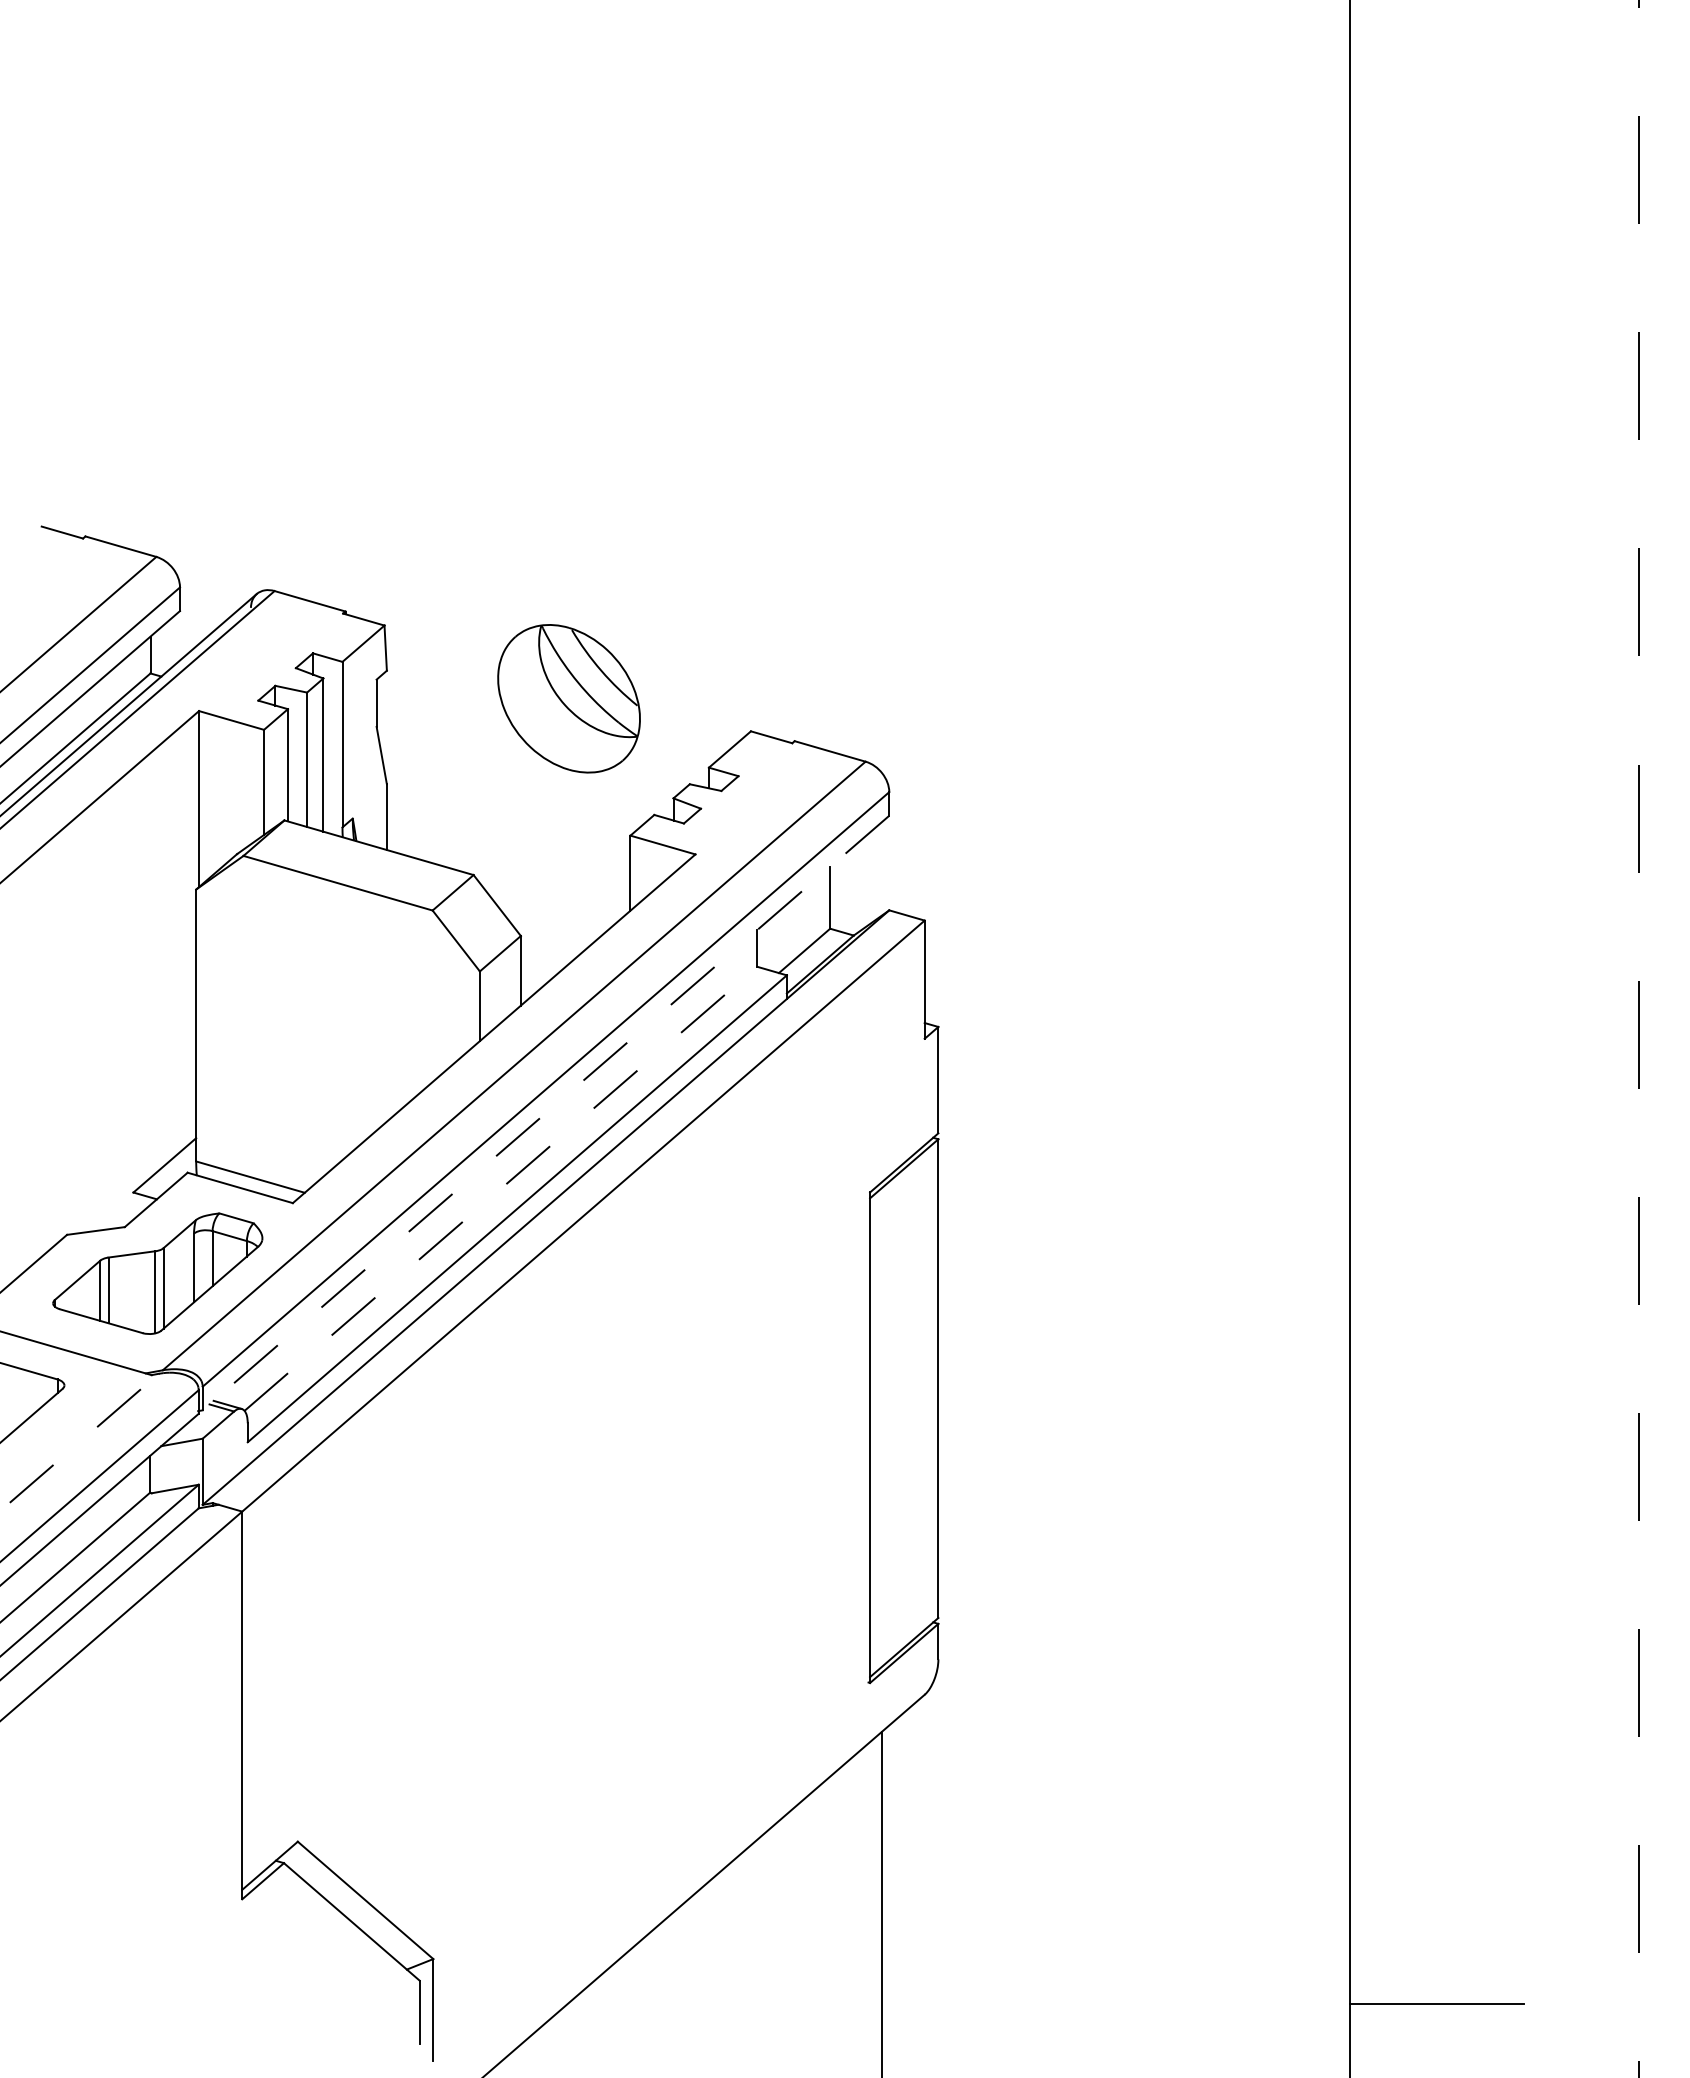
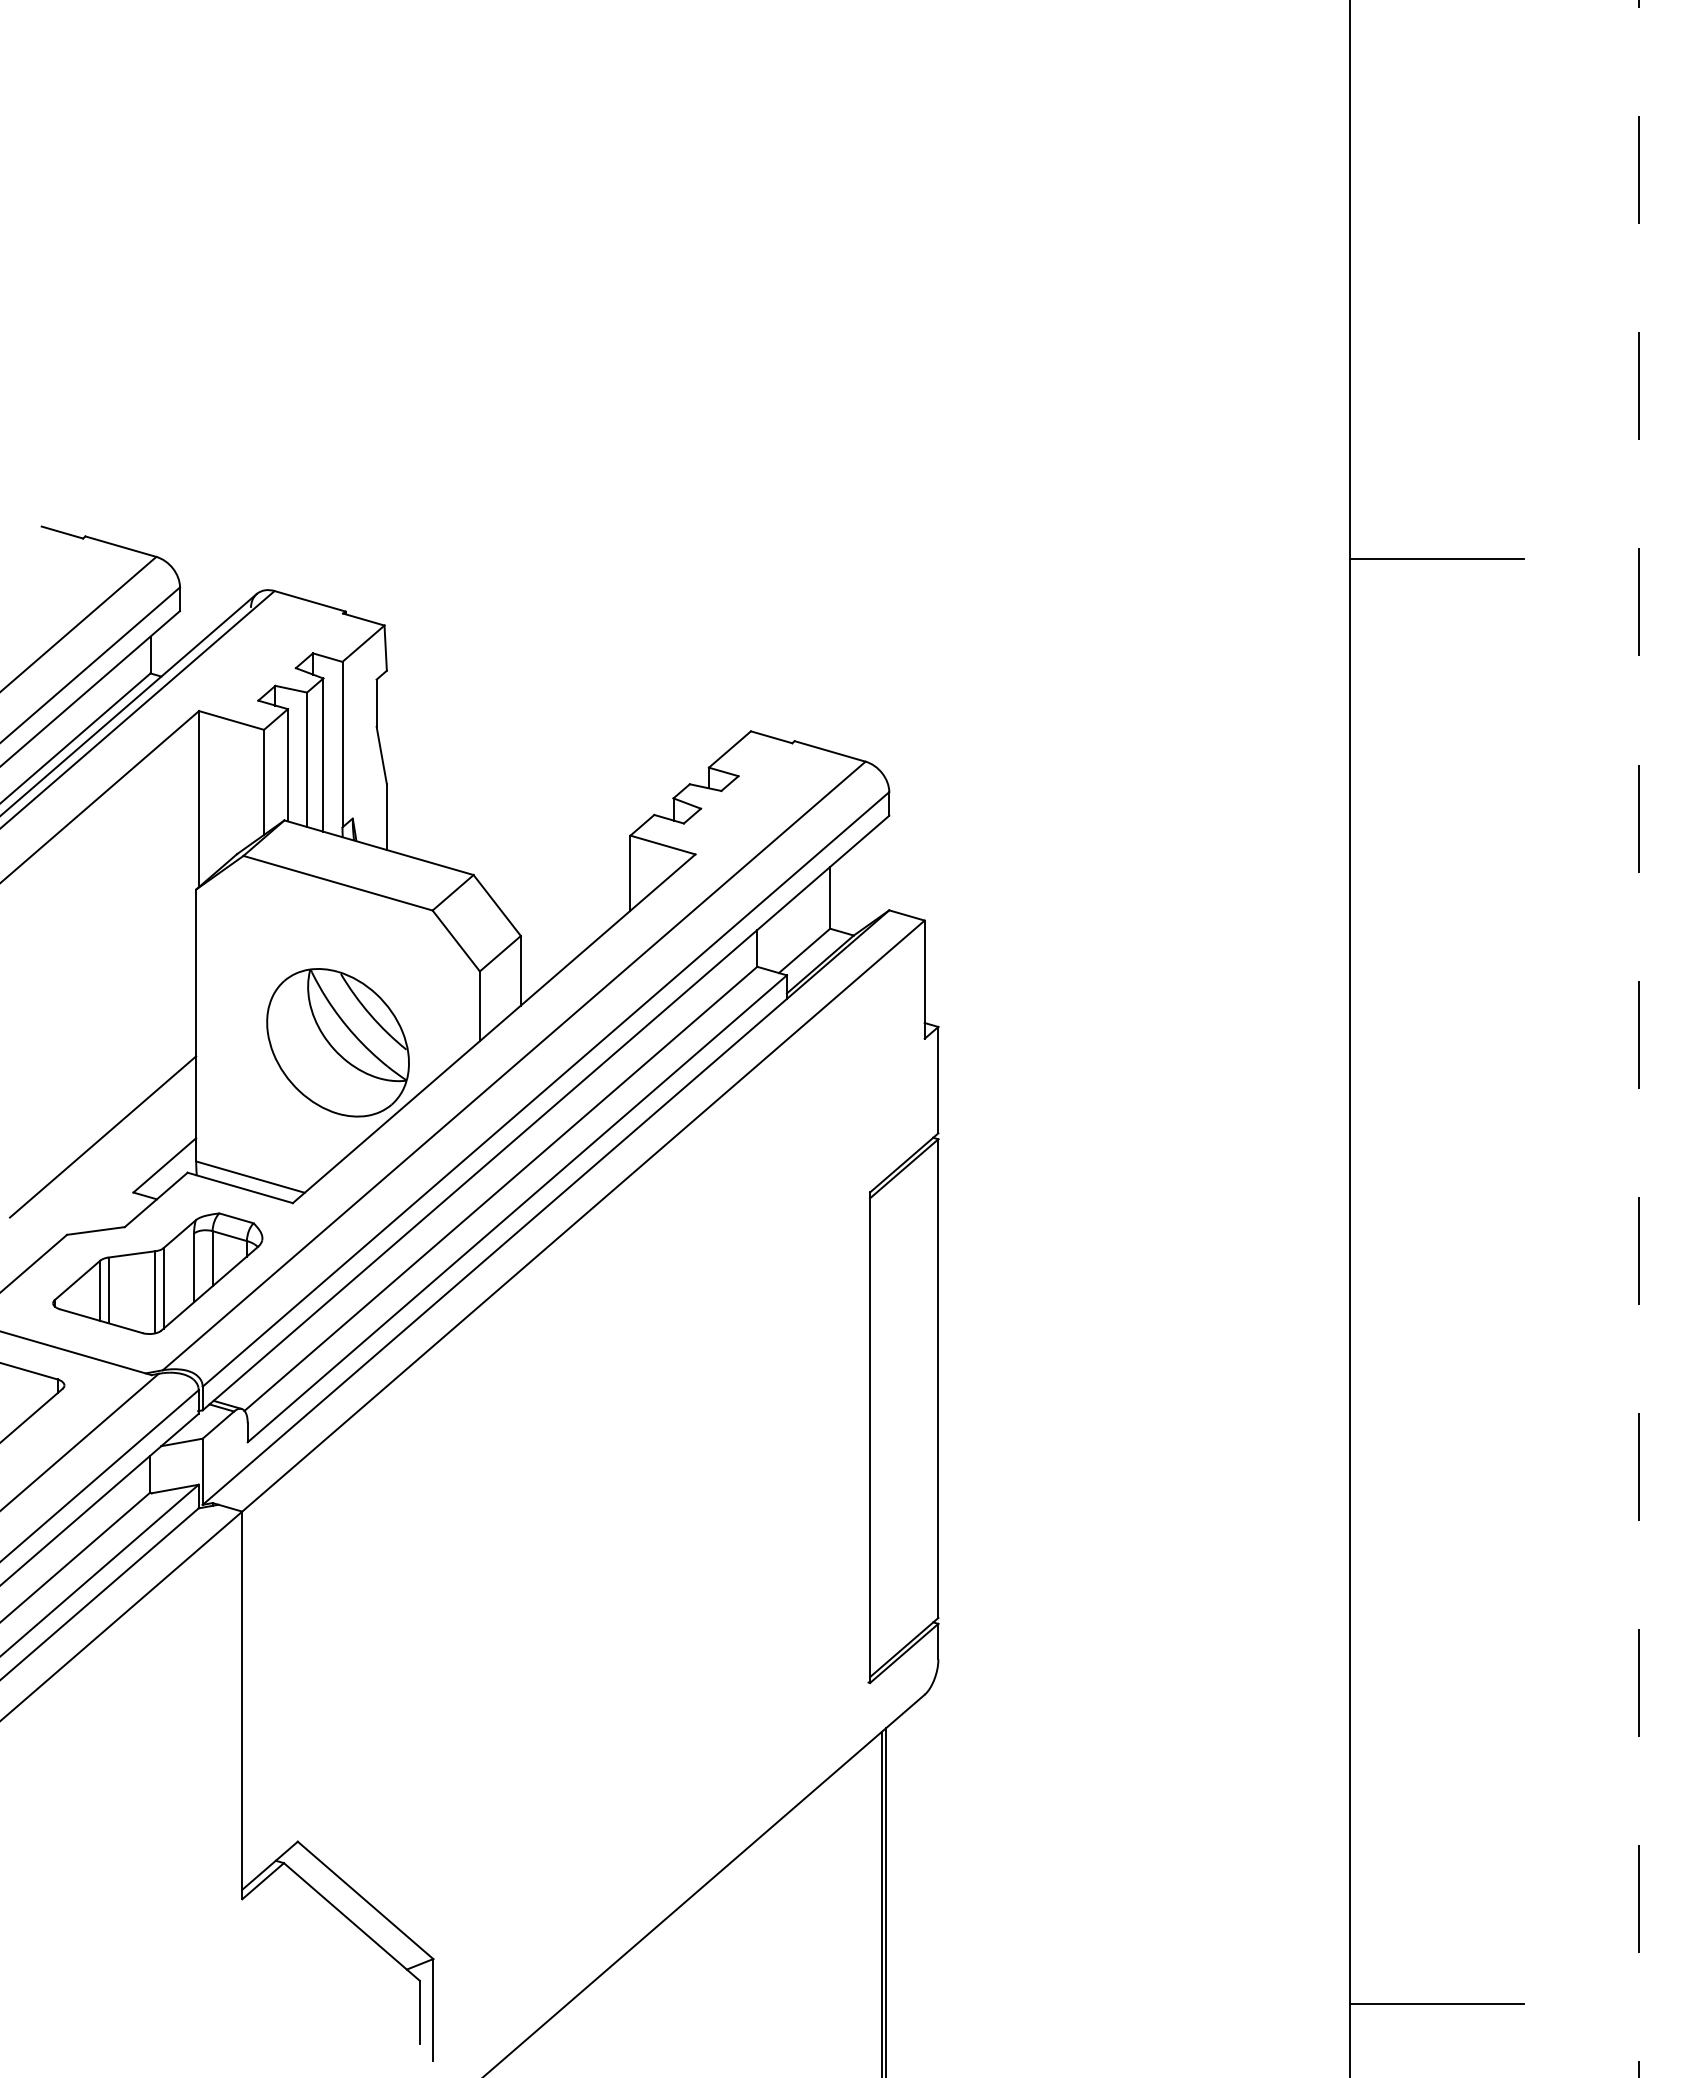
line at (1436, 559): none -> present
part at (568, 698) position: (568, 698) -> (337, 1042)
line at (545, 1113): dashed -> solid
line at (102, 1136): none -> present
line at (501, 1188): dashed -> solid
line at (79, 1442): dashed -> solid
line at (885, 1901): none -> present
